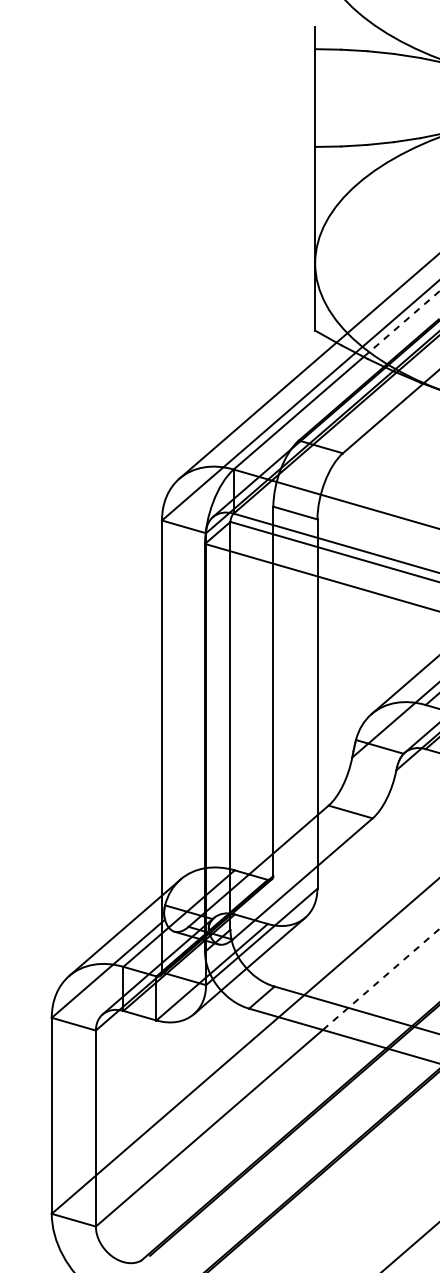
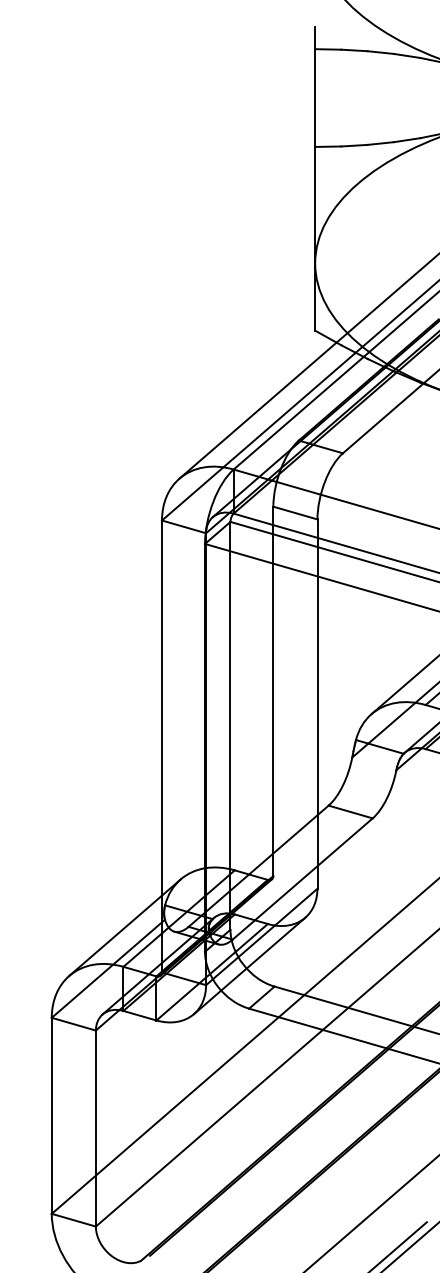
line at (402, 323): dashed -> solid
line at (381, 979): dashed -> solid
line at (371, 1213): none -> present
line at (399, 1245): none -> present
